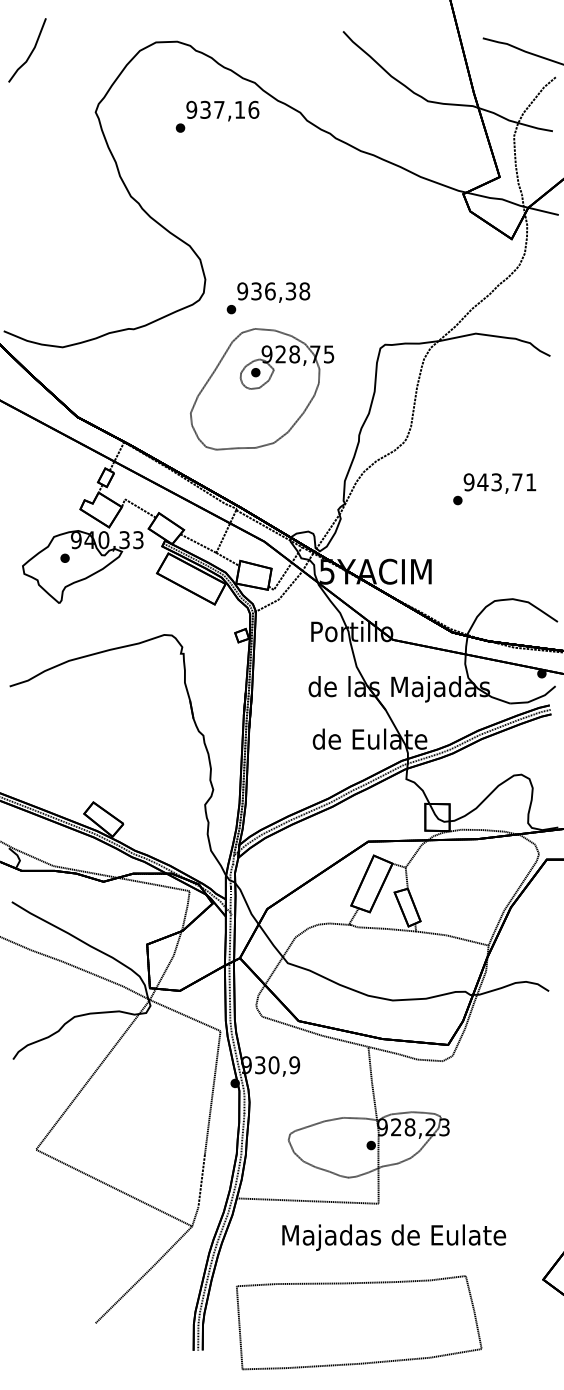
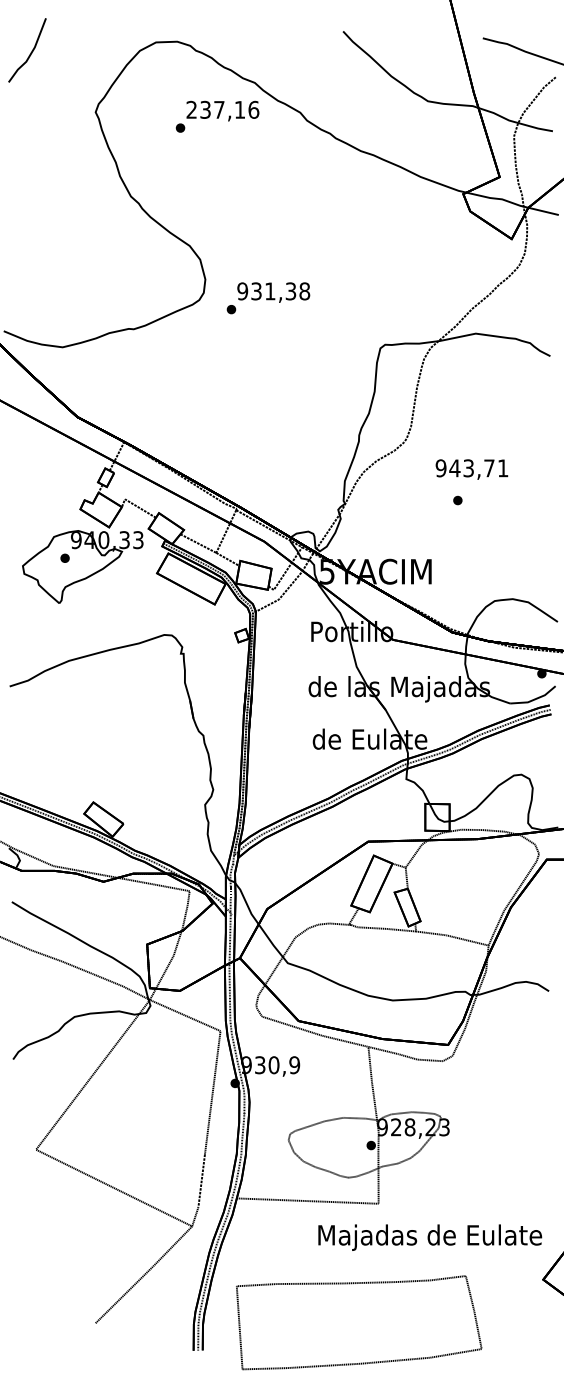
text at (191, 109): 937,16 -> 237,16
text at (270, 291): 936,38 -> 931,38
part at (262, 389): present -> none
text at (499, 483) position: (499, 483) -> (471, 469)
text at (394, 1237) position: (394, 1237) -> (430, 1237)
